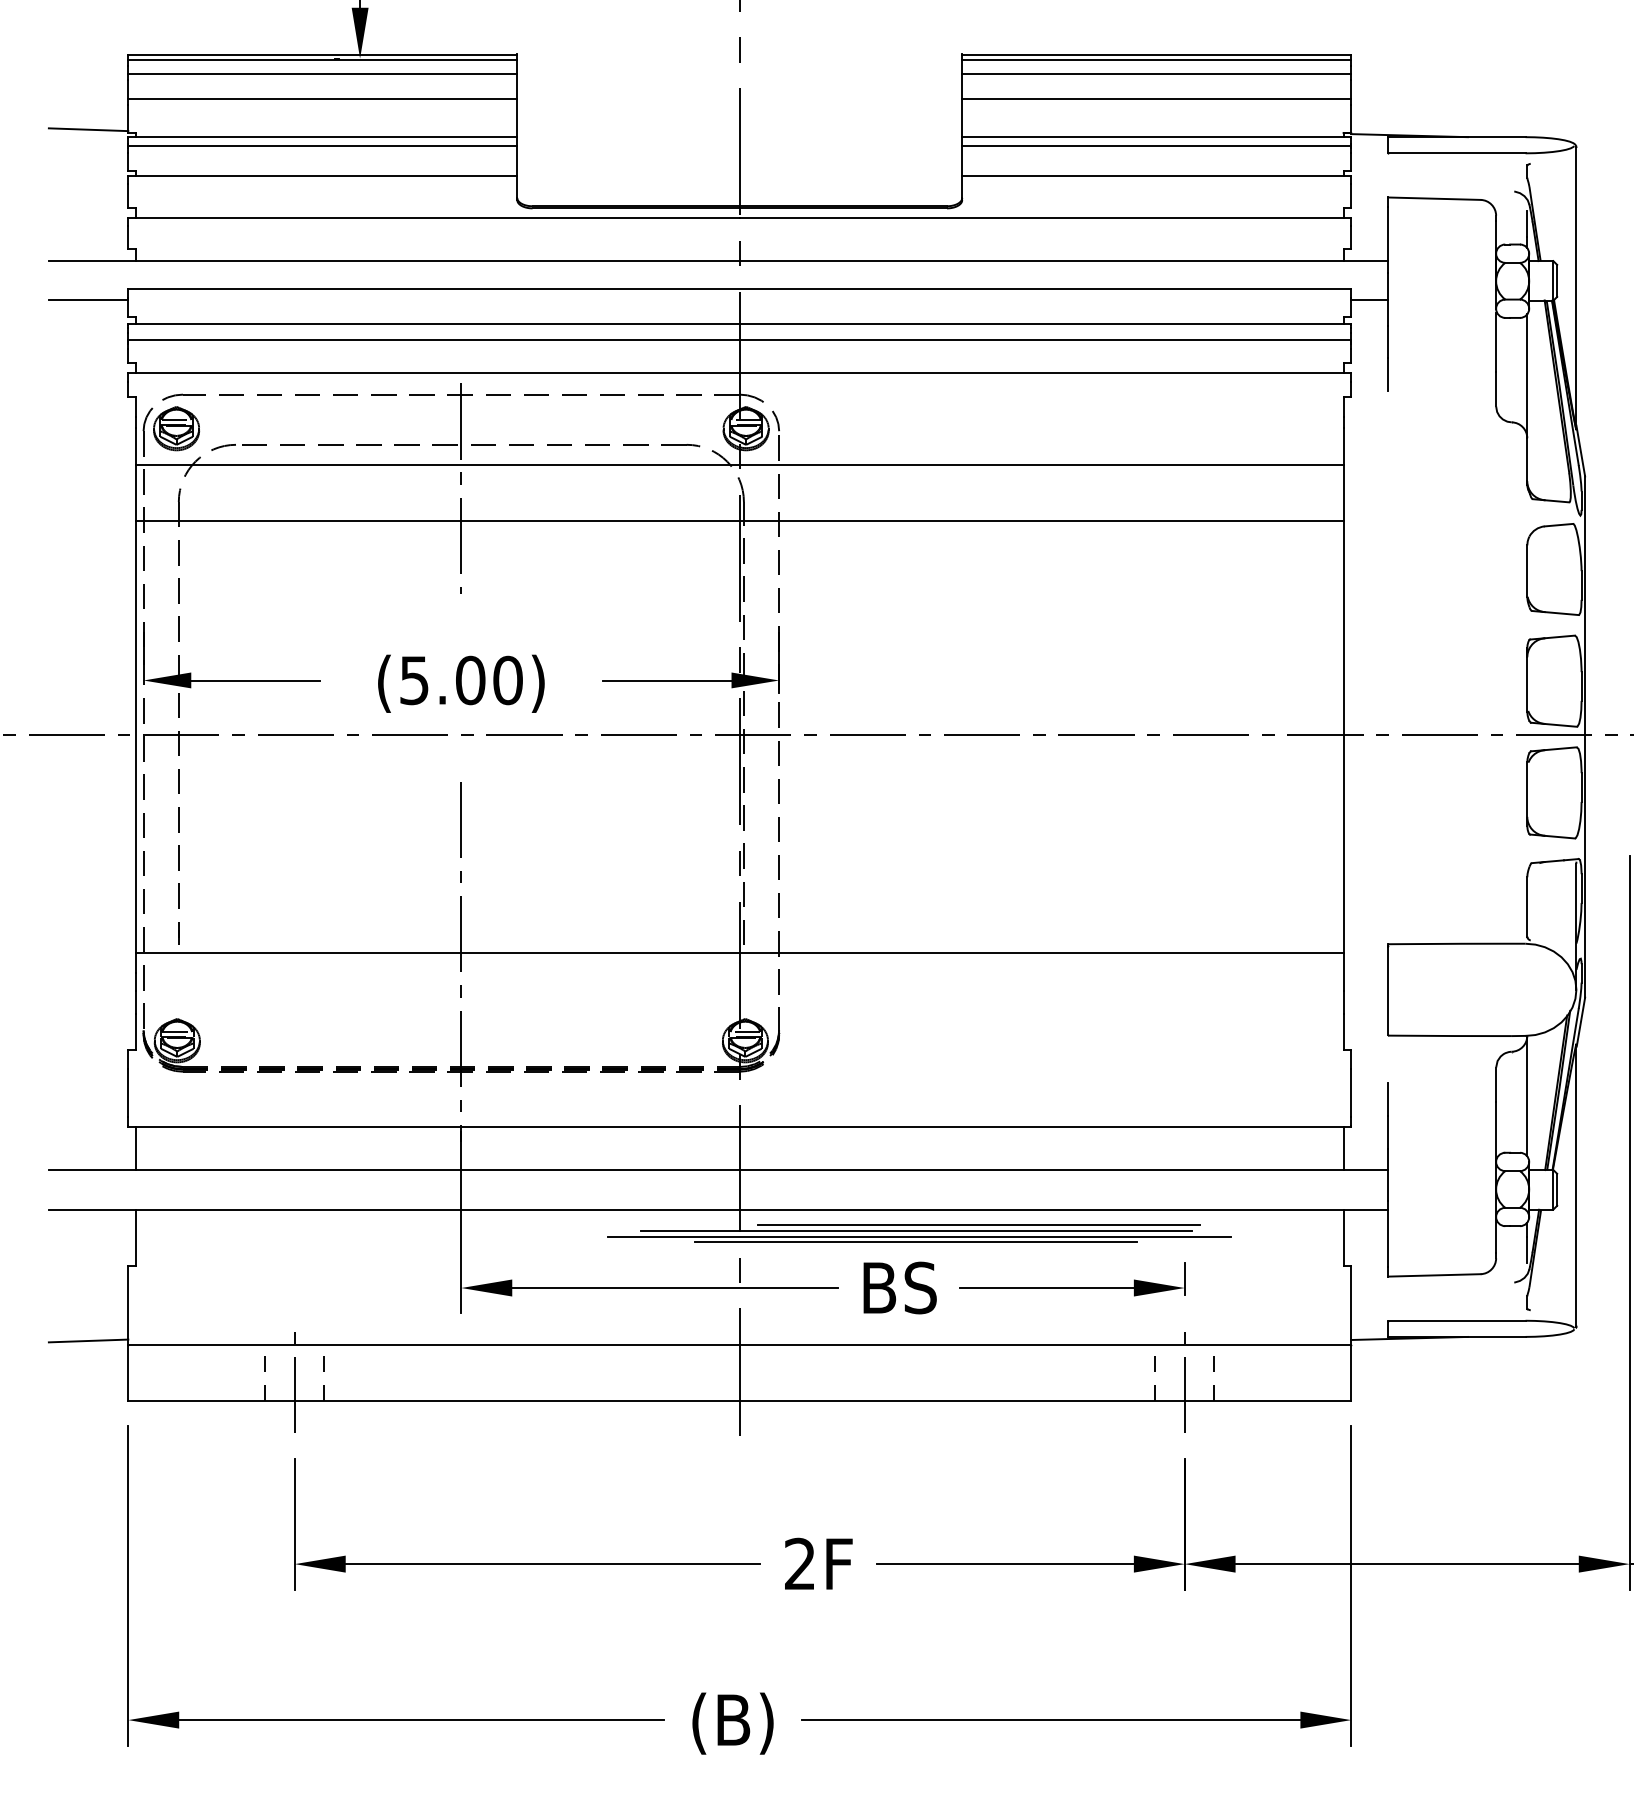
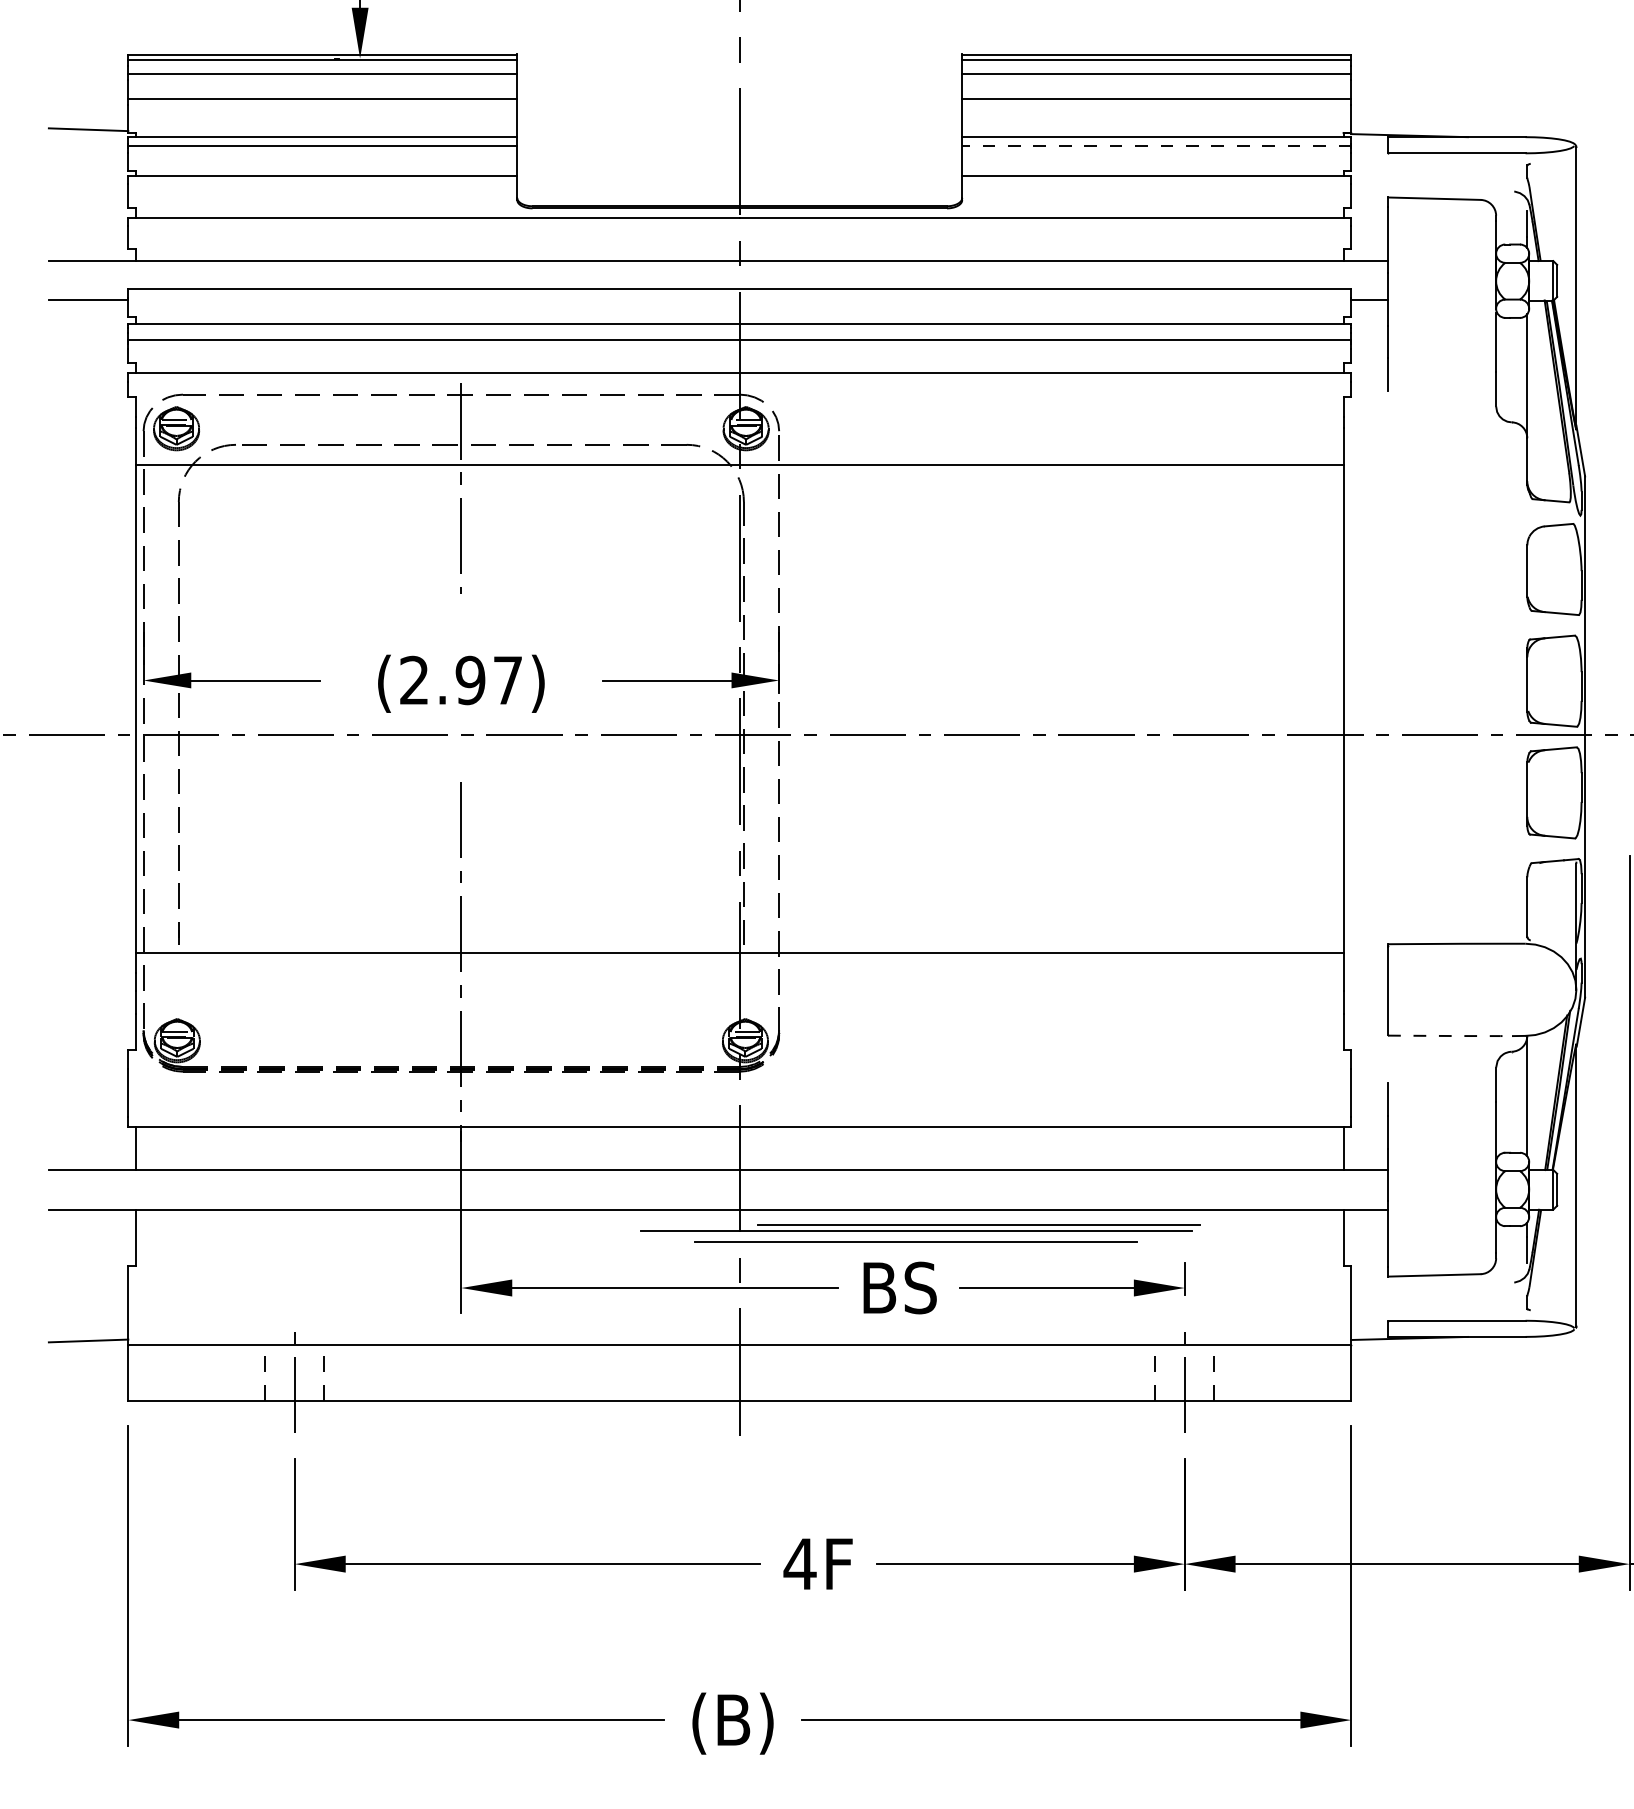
line at (1156, 146): solid -> dashed
line at (739, 520): present -> none
text at (461, 680): (5.00) -> (2.97)
line at (1451, 1036): solid -> dashed
line at (919, 1236): present -> none
text at (799, 1563): 2F -> 4F
